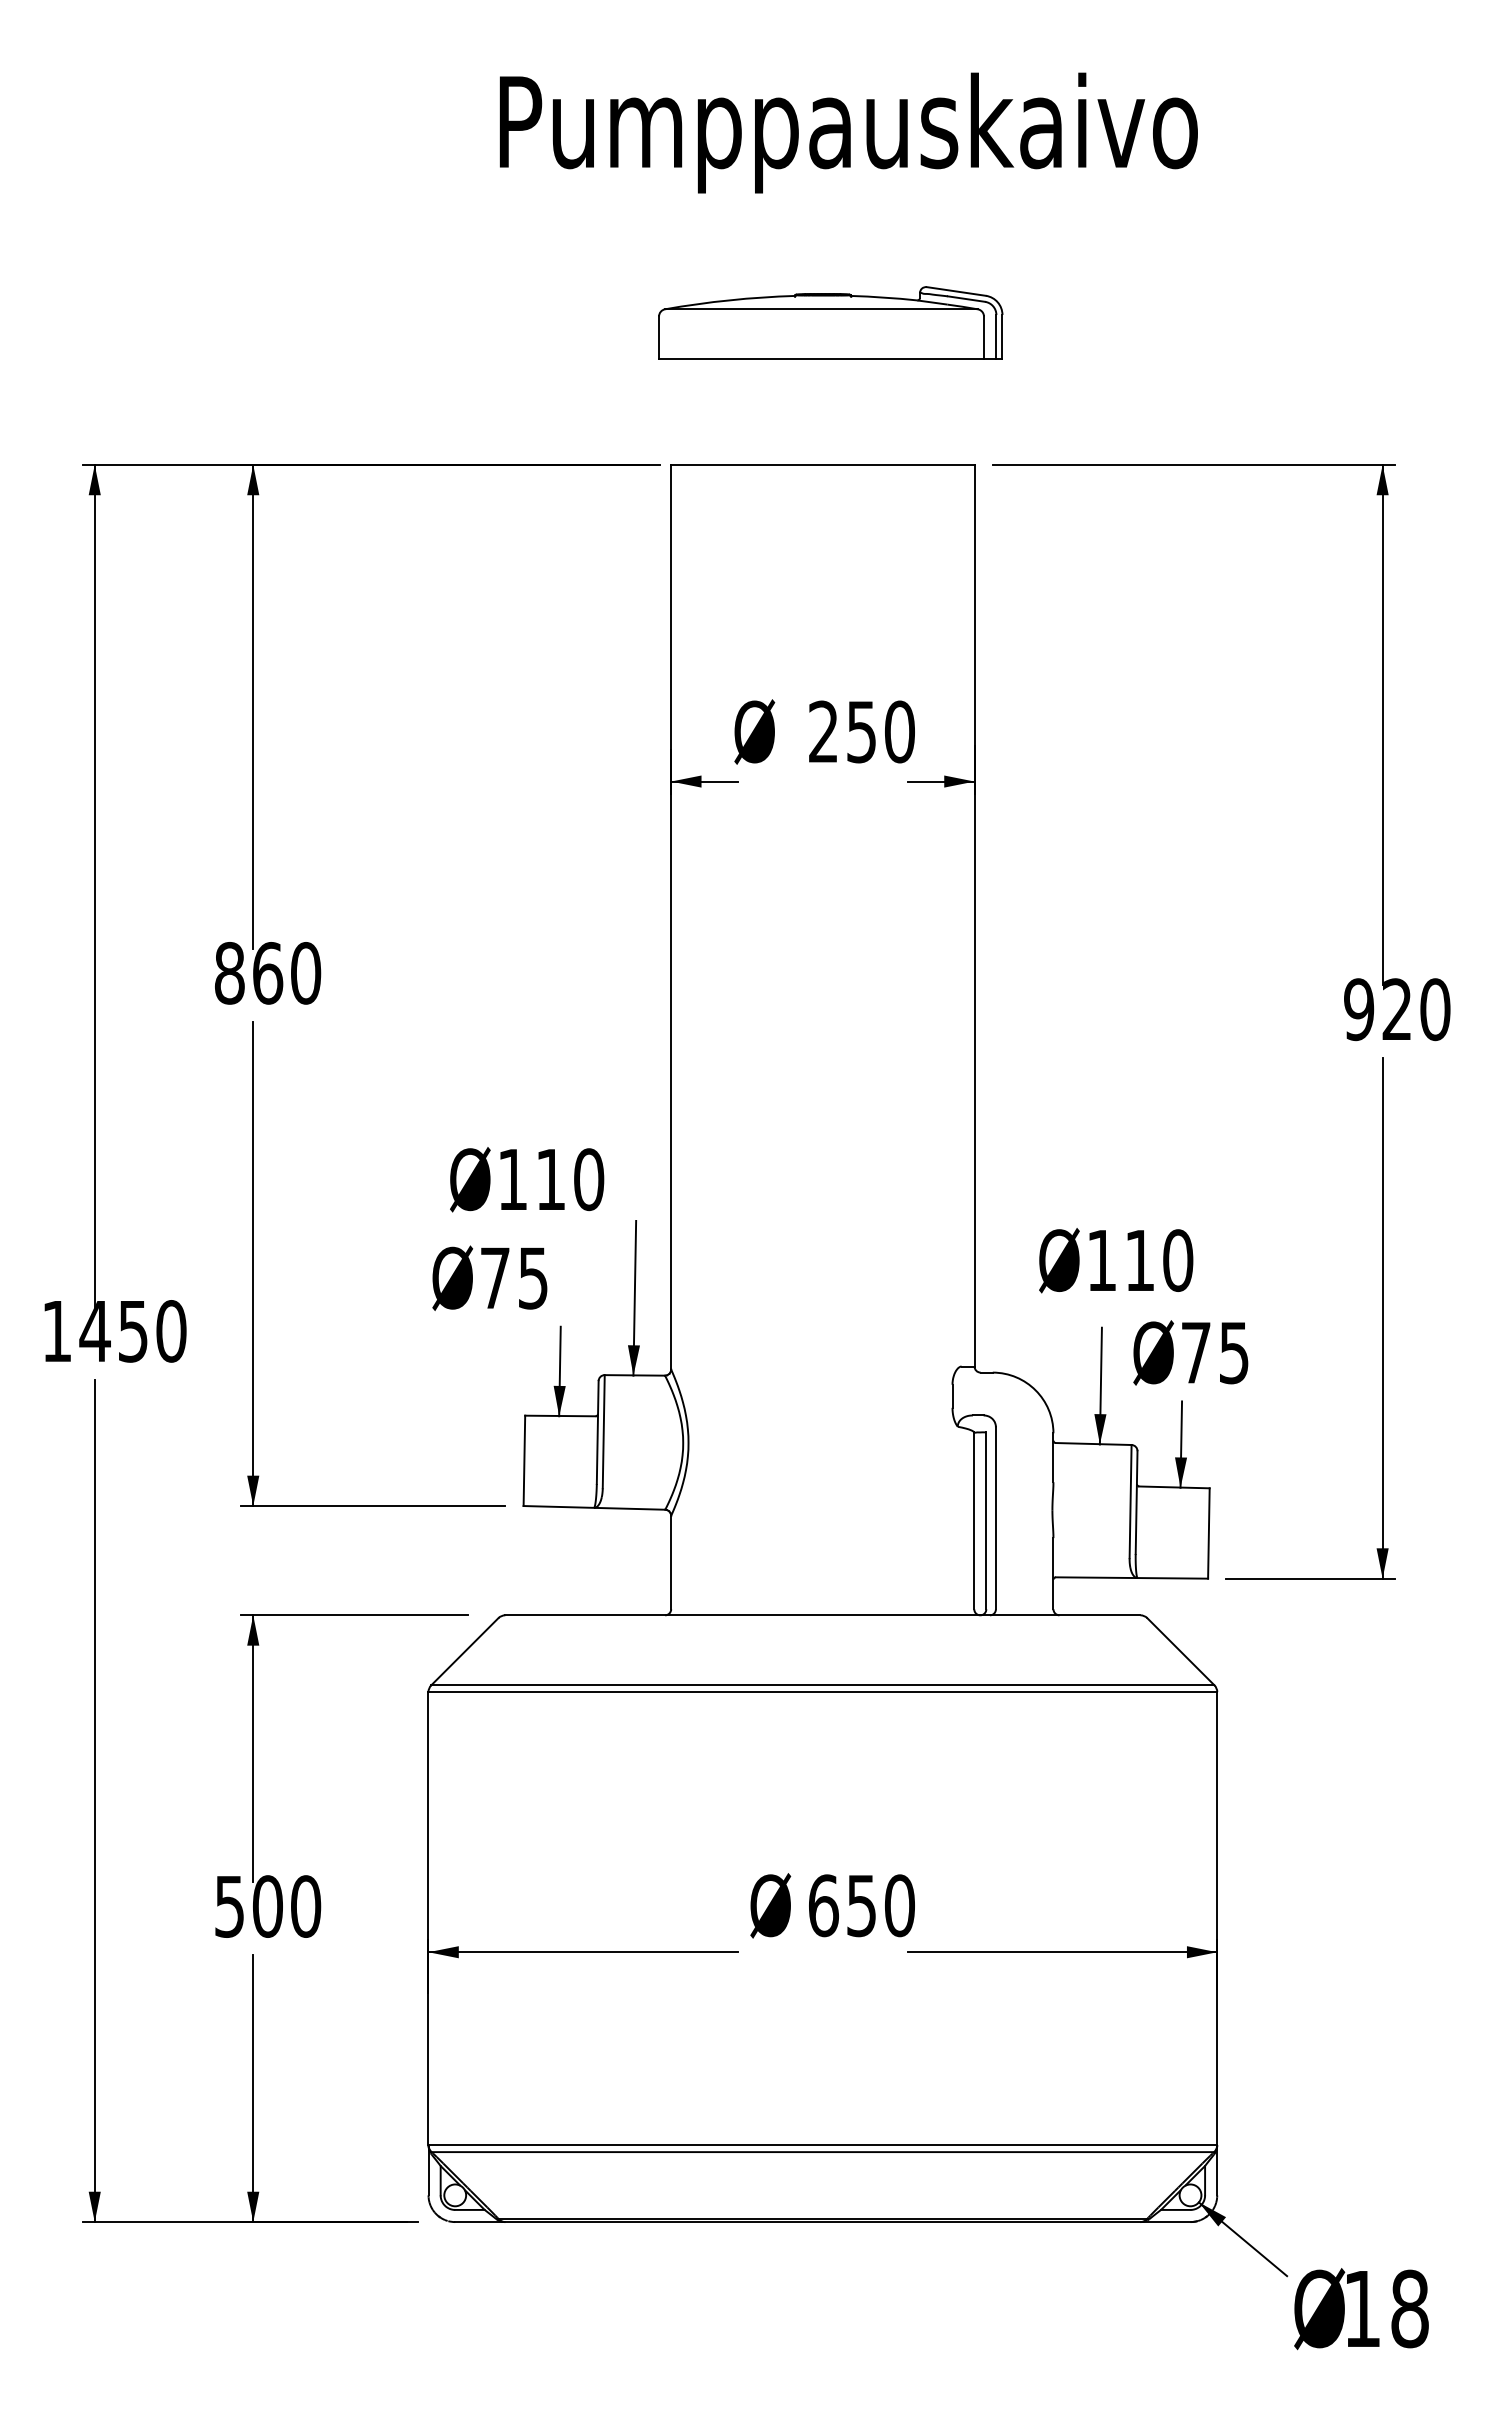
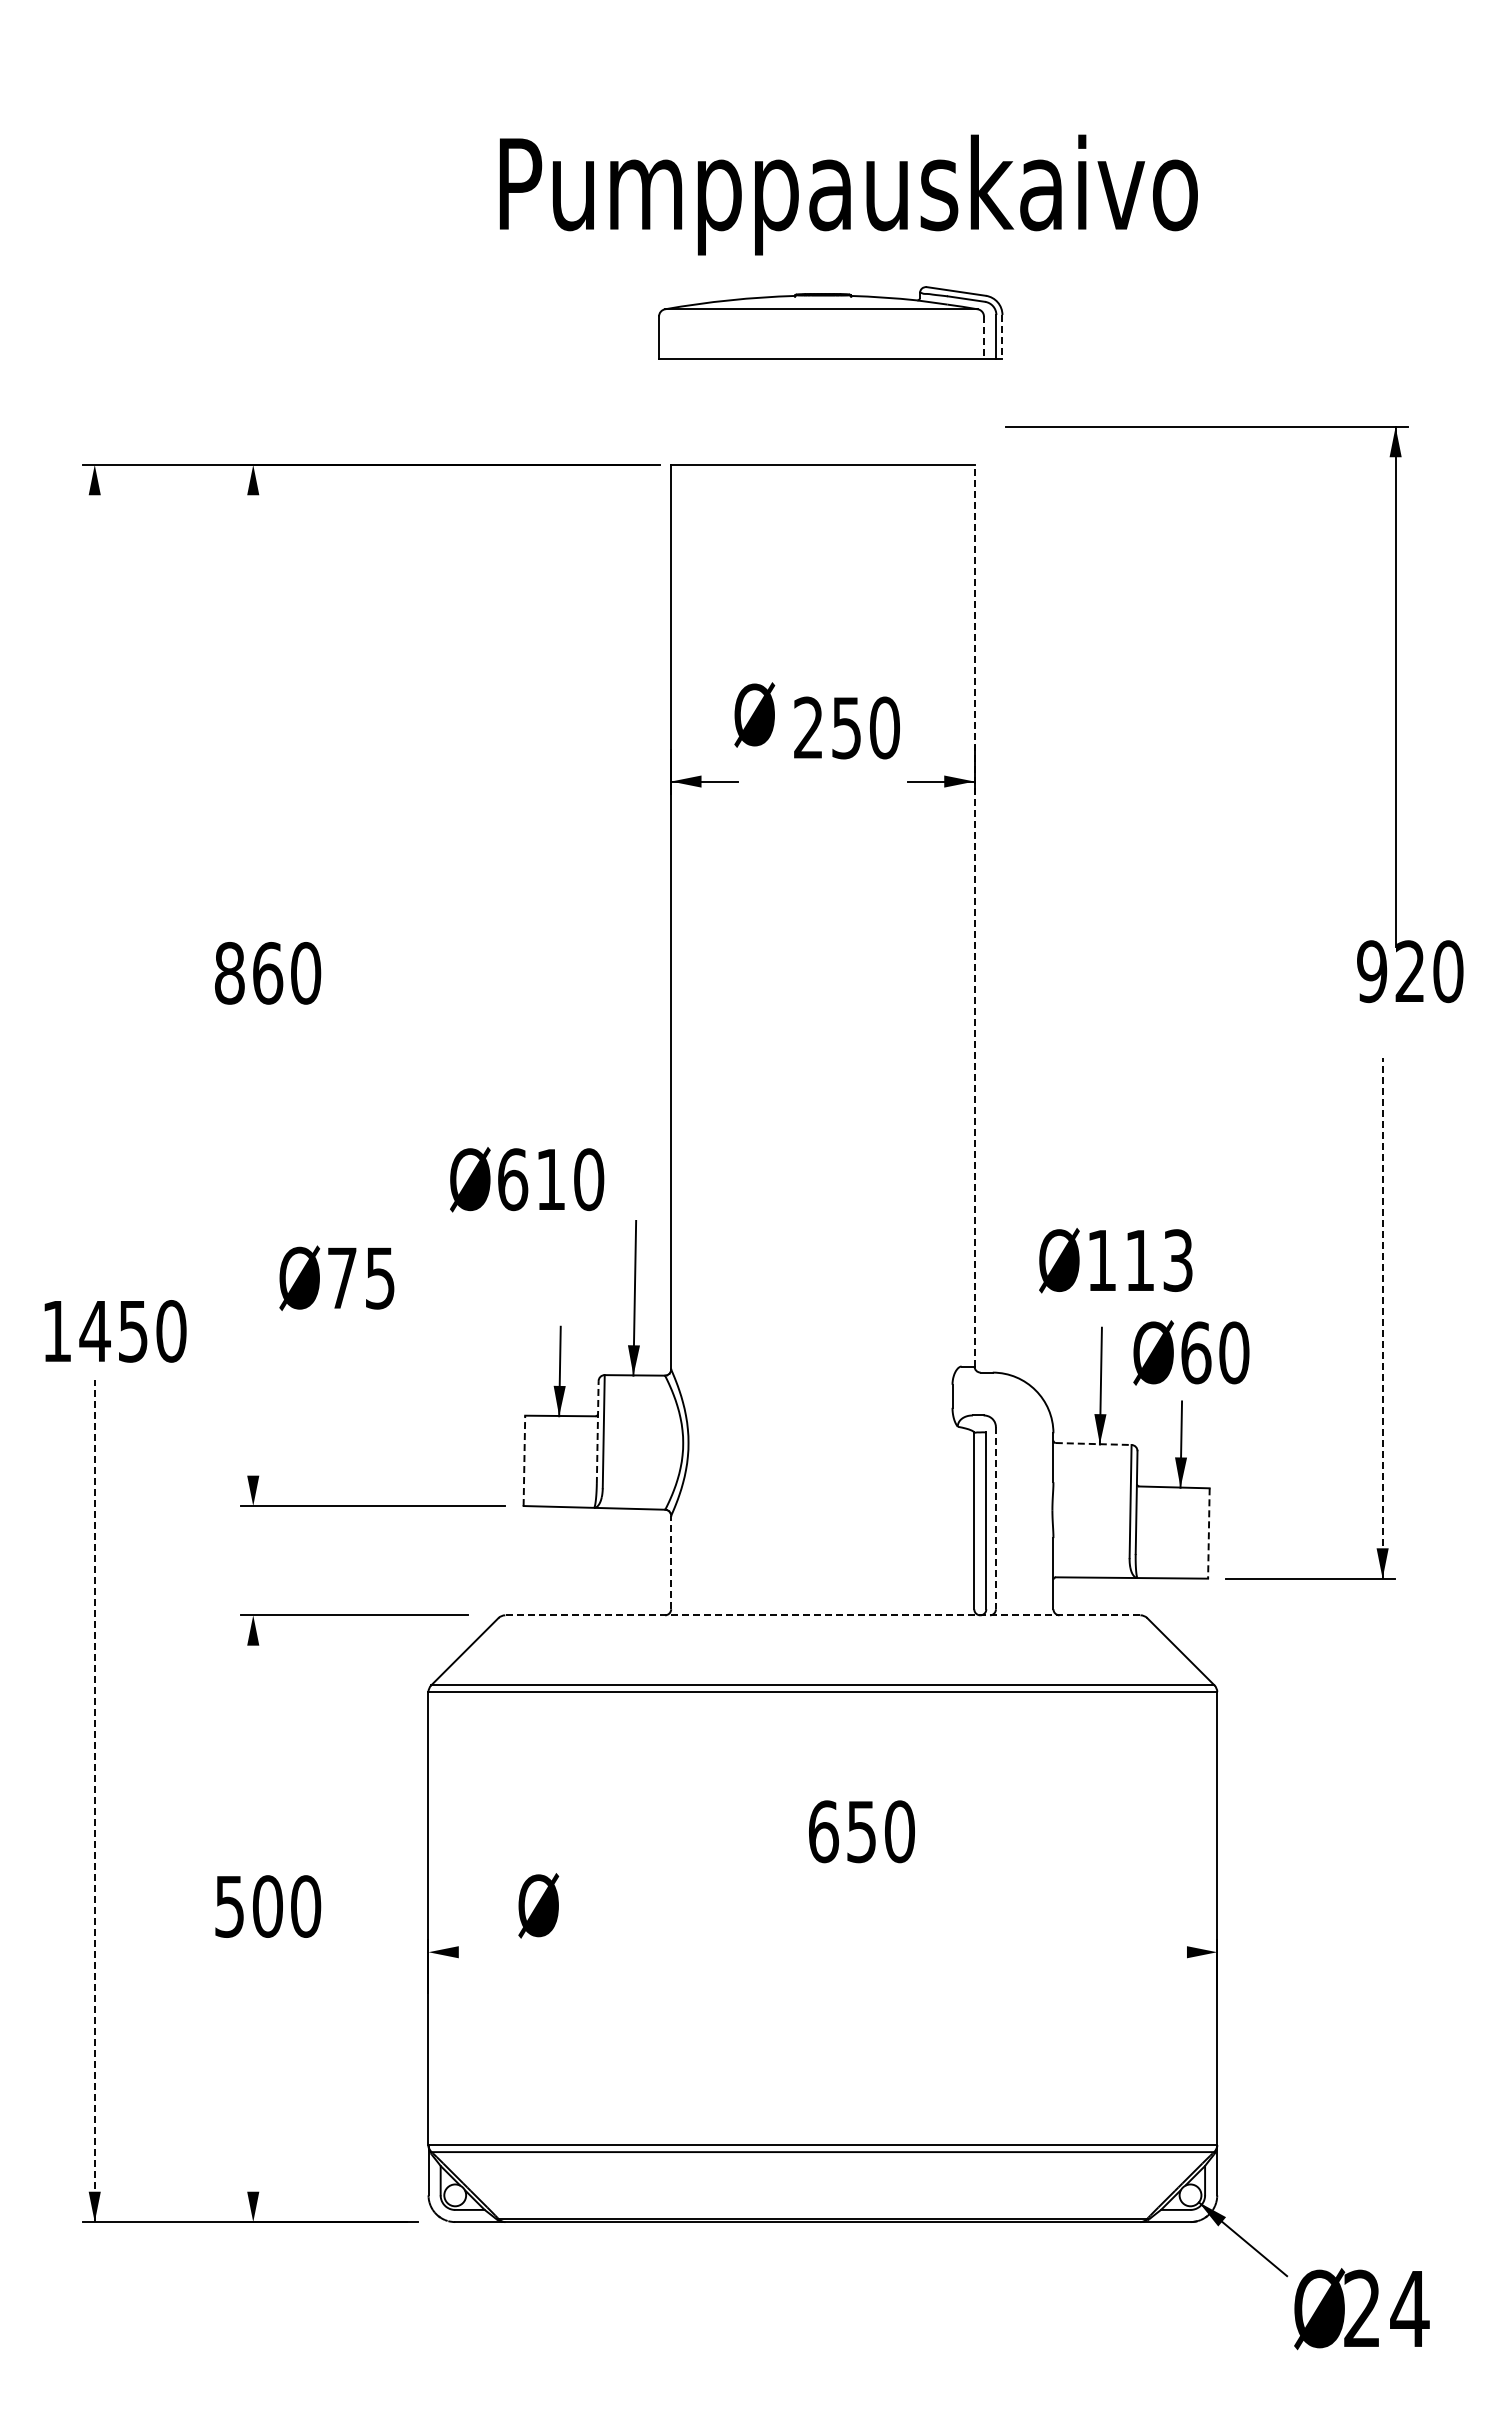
text at (848, 132) position: (848, 132) -> (848, 194)
line at (1002, 336): solid -> dashed
line at (983, 338): solid -> dashed
line at (253, 706): present -> none
text at (754, 731) position: (754, 731) -> (754, 714)
text at (861, 731) position: (861, 731) -> (846, 727)
part at (1382, 752) position: (1382, 752) -> (1395, 714)
line at (94, 885): present -> none
line at (974, 915): solid -> dashed
text at (513, 1179): Ø110 -> Ø610
text at (1178, 1260): Ø110 -> Ø113
line at (253, 1263): present -> none
text at (489, 1277) position: (489, 1277) -> (336, 1277)
line at (1382, 1317): solid -> dashed
text at (1215, 1352): Ø75 -> Ø60
line at (597, 1432): solid -> dashed
line at (1093, 1444): solid -> dashed
line at (524, 1460): solid -> dashed
line at (995, 1518): solid -> dashed
line at (1208, 1533): solid -> dashed
line at (671, 1562): solid -> dashed
line at (822, 1615): solid -> dashed
line at (253, 1748): present -> none
line at (94, 1800): solid -> dashed
text at (770, 1905) position: (770, 1905) -> (538, 1905)
text at (861, 1905) position: (861, 1905) -> (861, 1831)
line at (582, 1952): present -> none
line at (1062, 1952): present -> none
line at (253, 2088): present -> none
text at (1386, 2308): 18 -> 24
